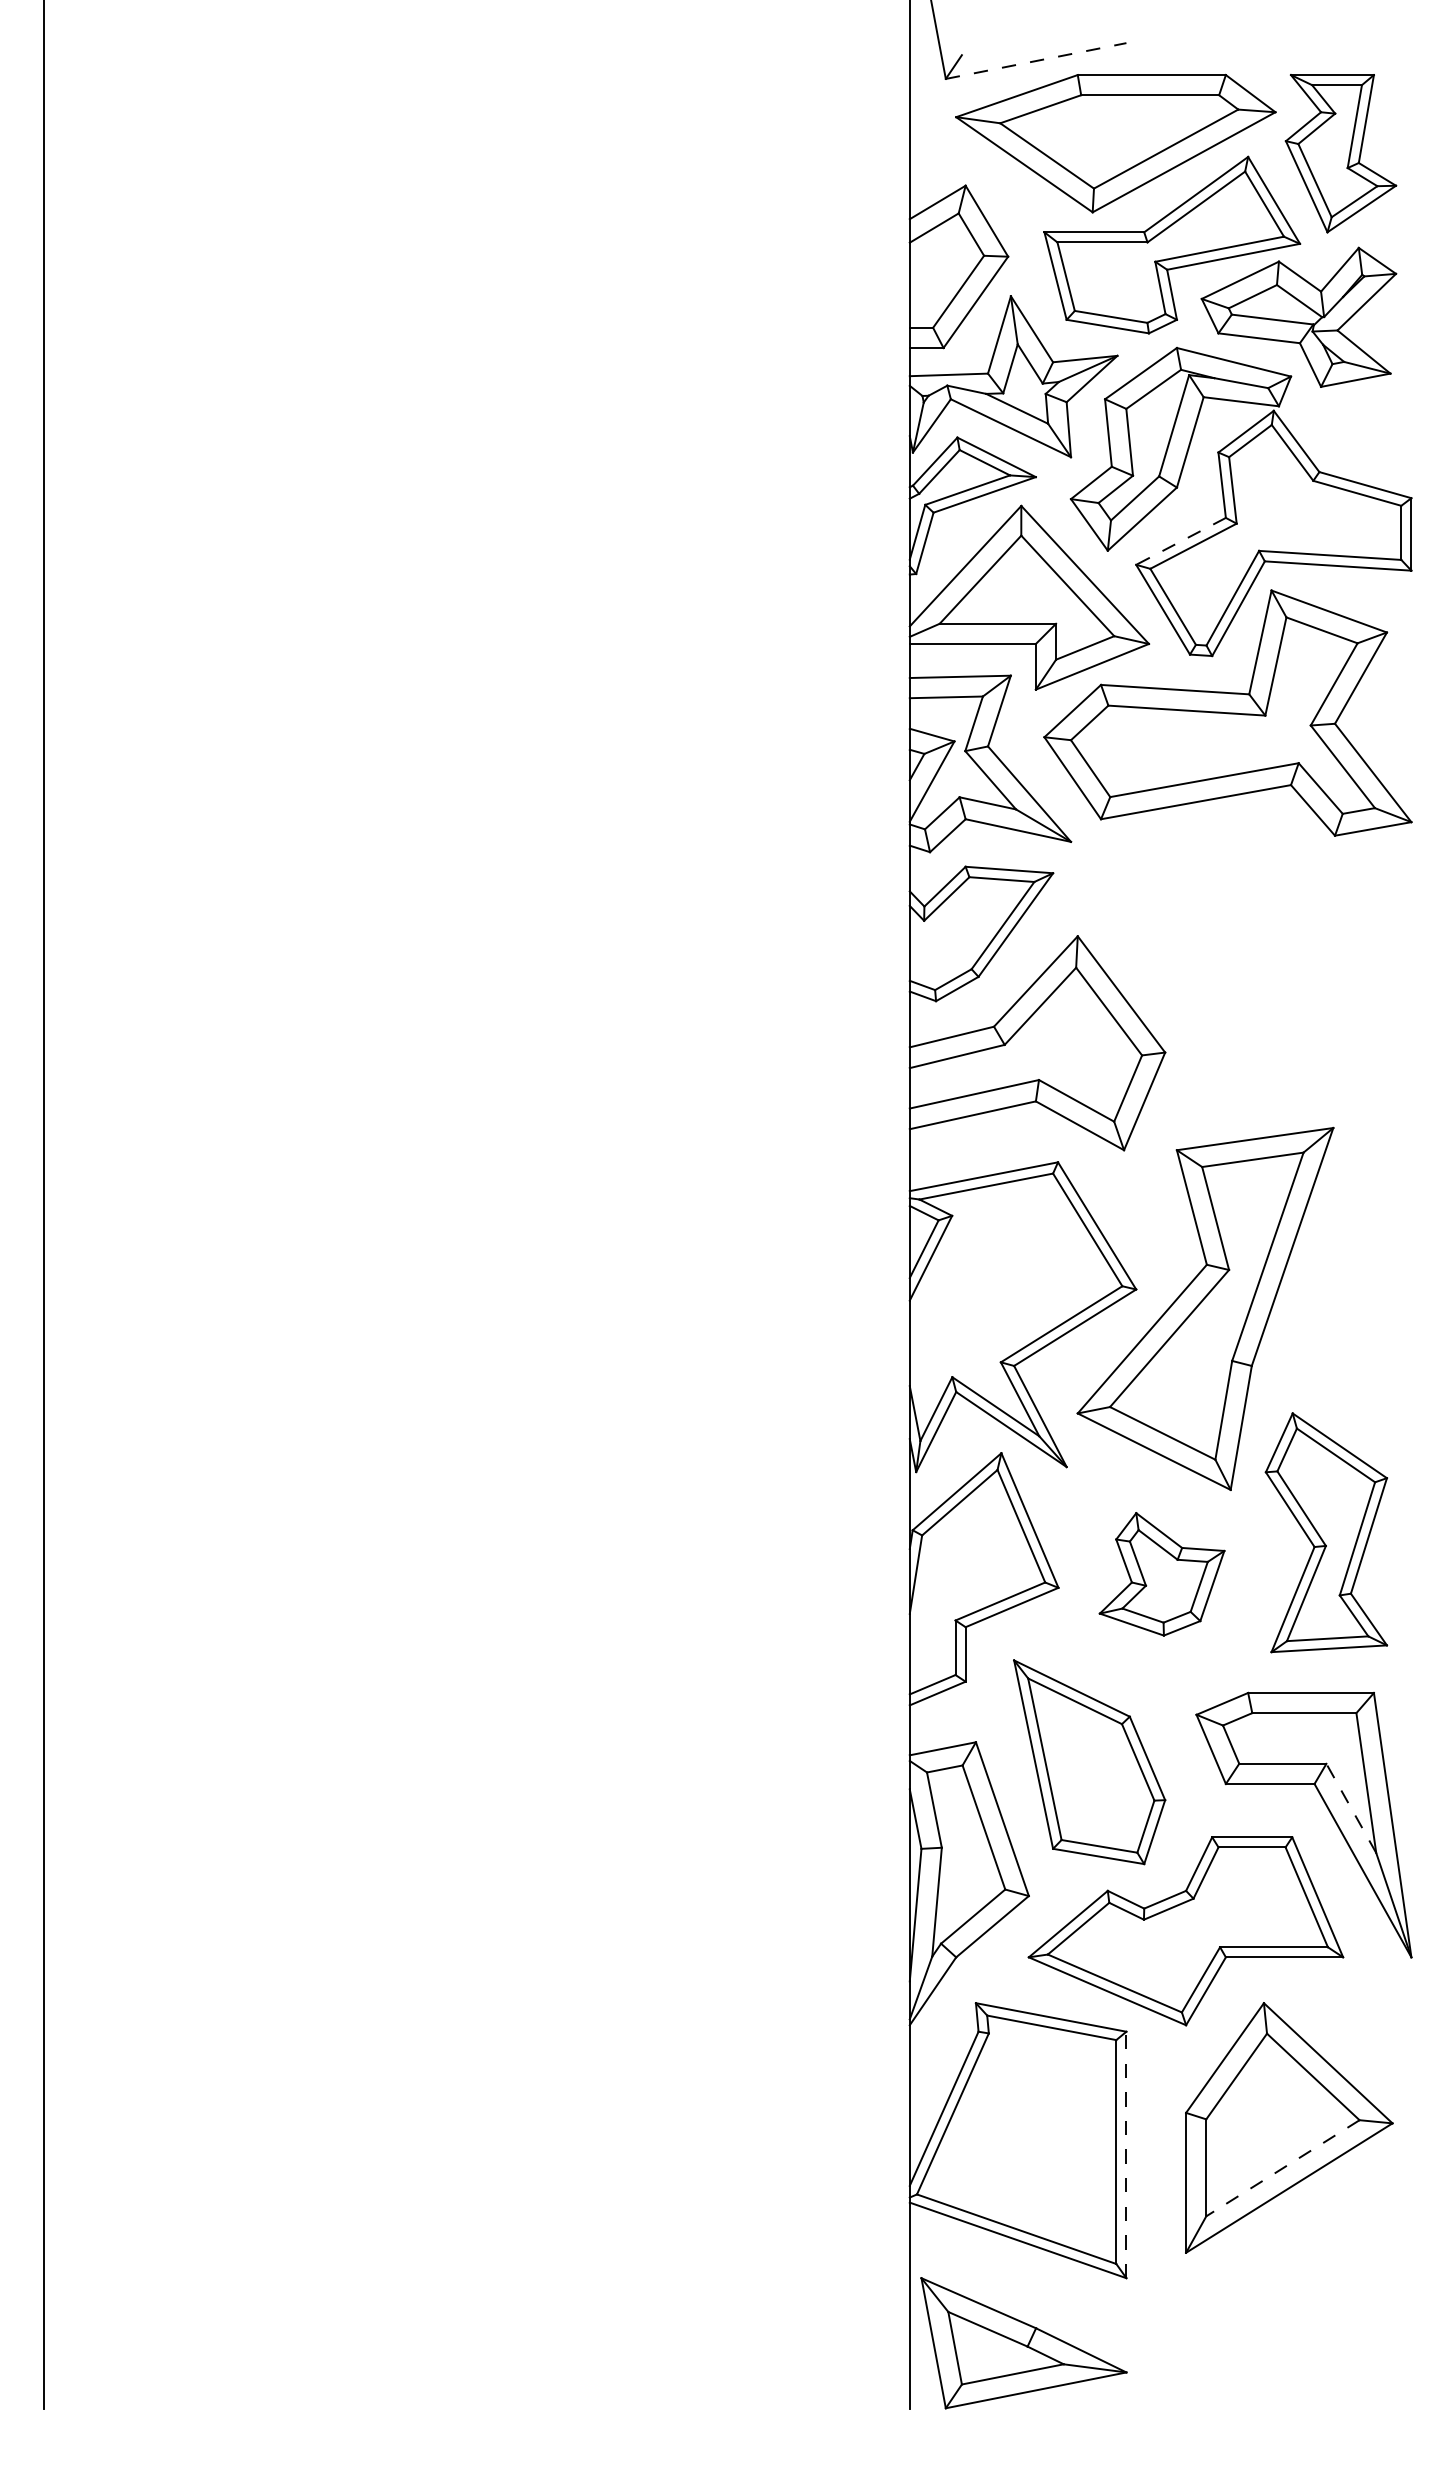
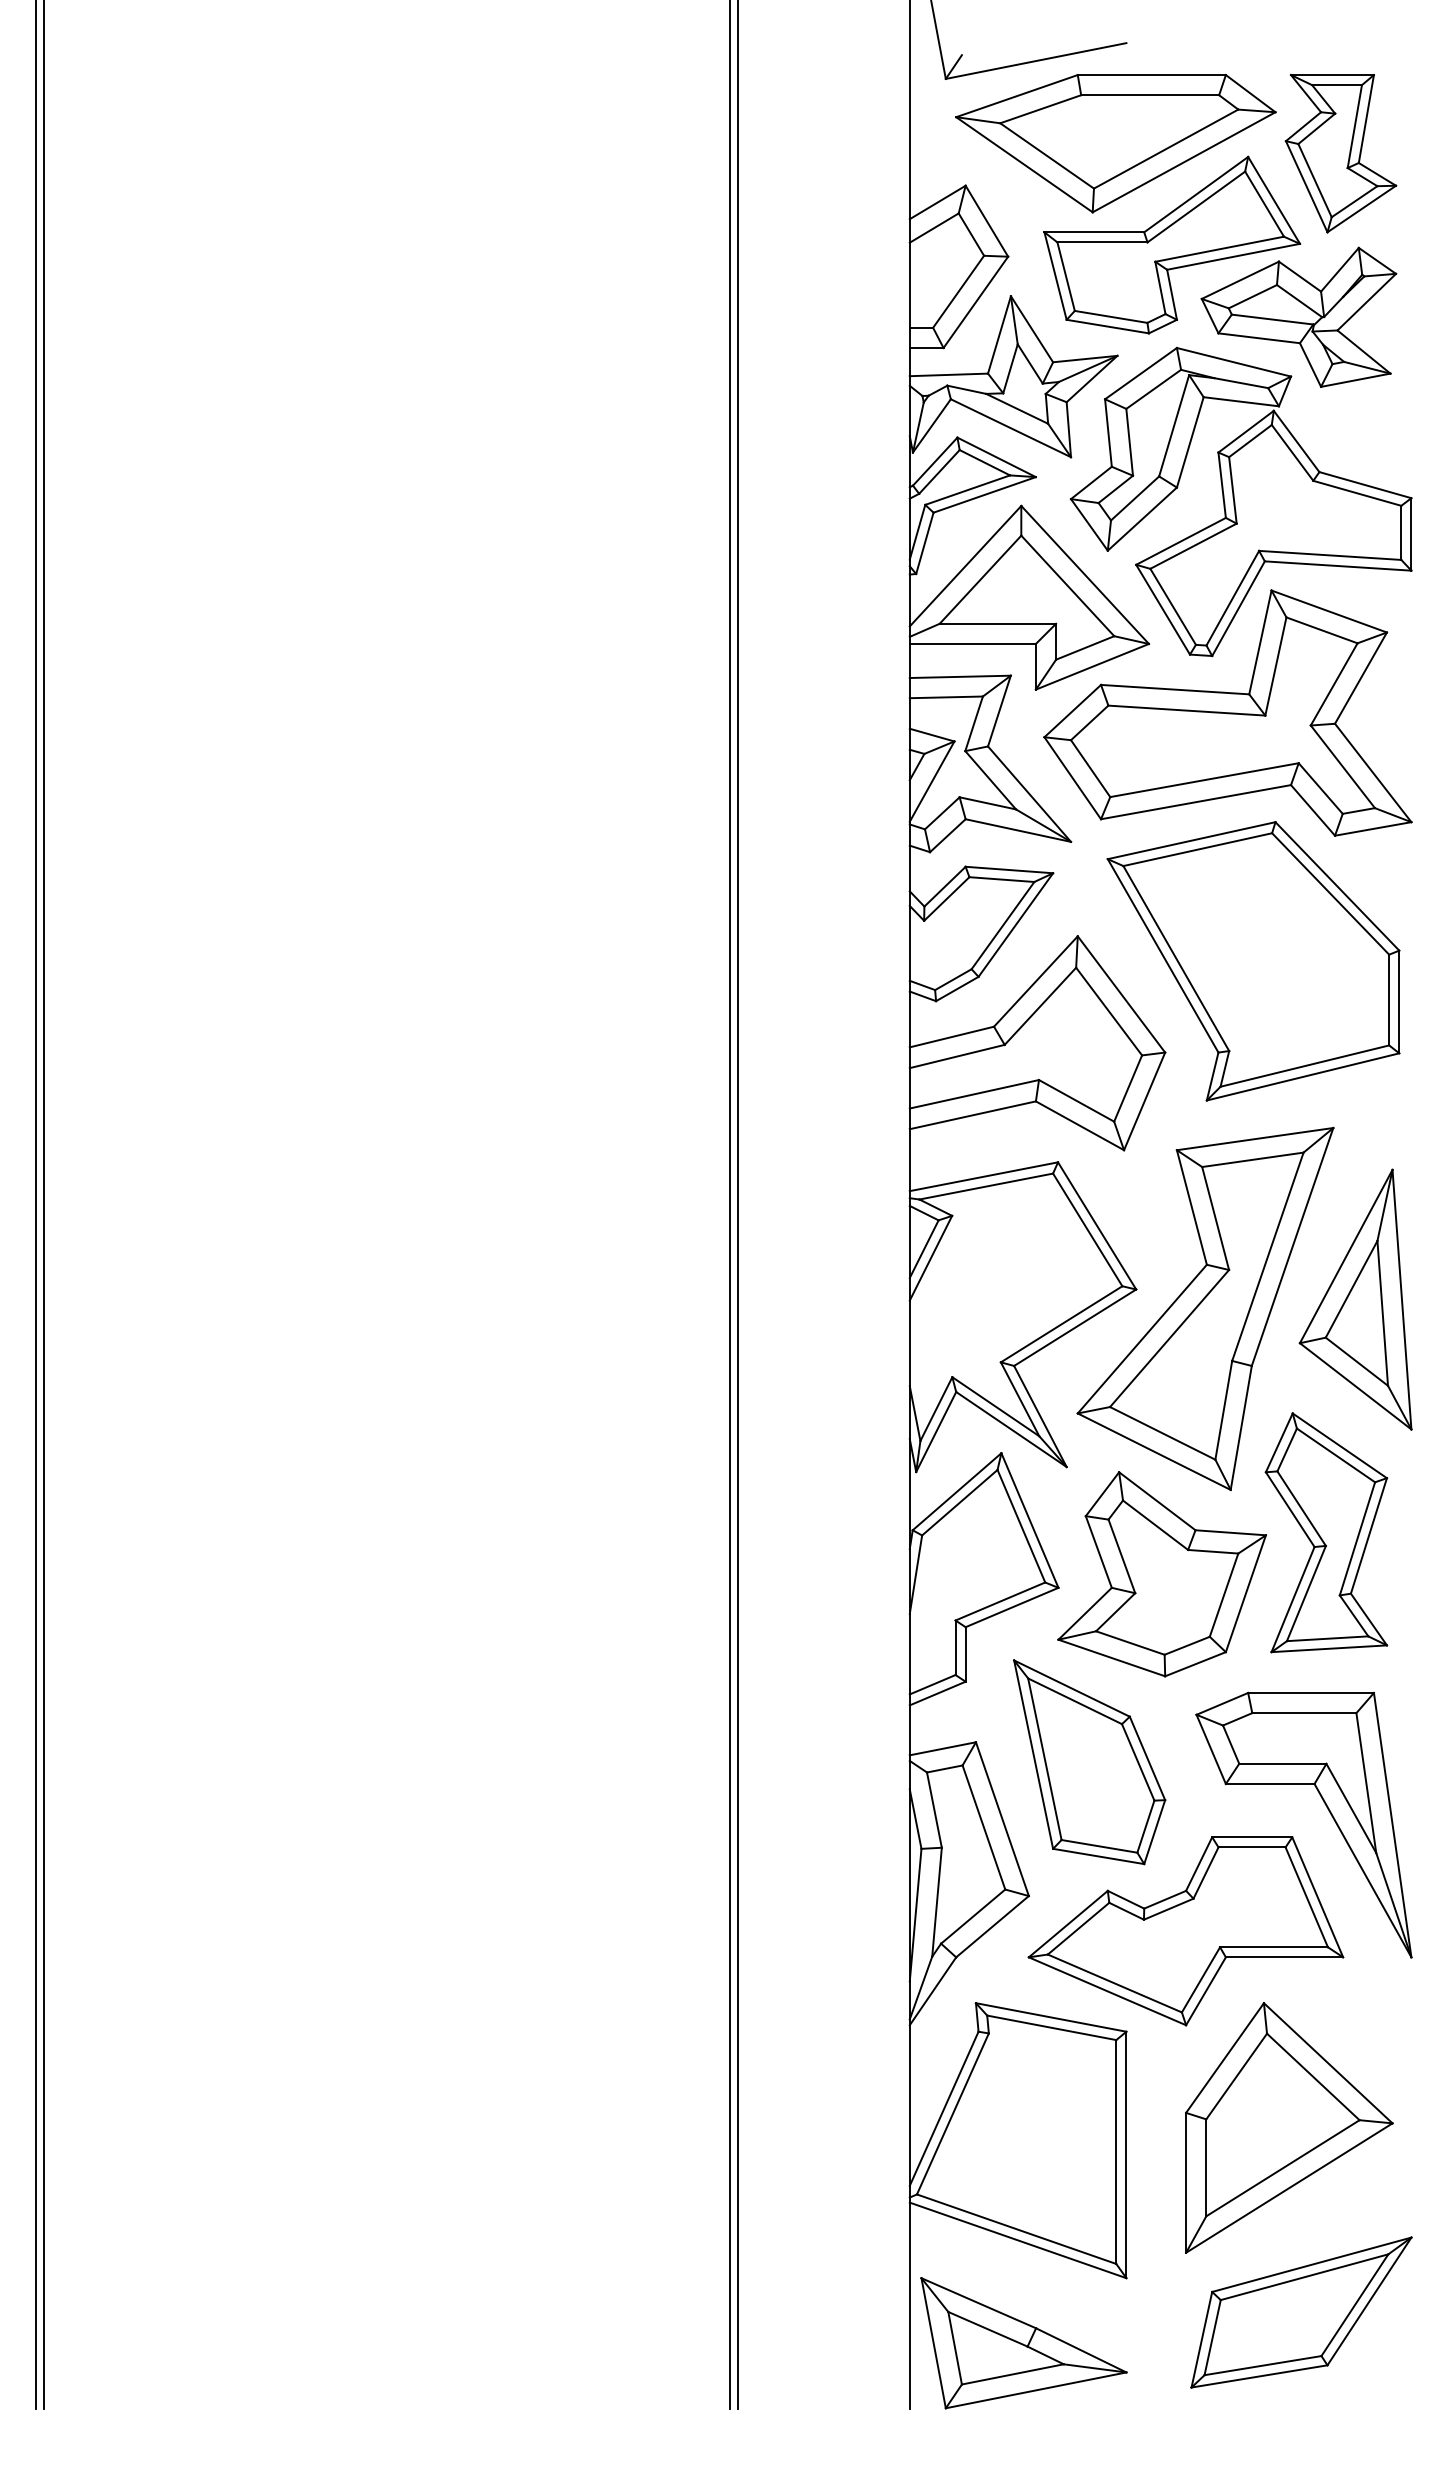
line at (1036, 60): dashed -> solid
line at (1181, 541): dashed -> solid
part at (1253, 961): none -> present
line at (35, 1205): none -> present
line at (730, 1205): none -> present
line at (738, 1205): none -> present
part at (1355, 1299): none -> present
part at (1161, 1574) size: 128x125 px -> 210x207 px
line at (1351, 1807): dashed -> solid
line at (1126, 2154): dashed -> solid
line at (1282, 2168): dashed -> solid
part at (1301, 2312): none -> present
